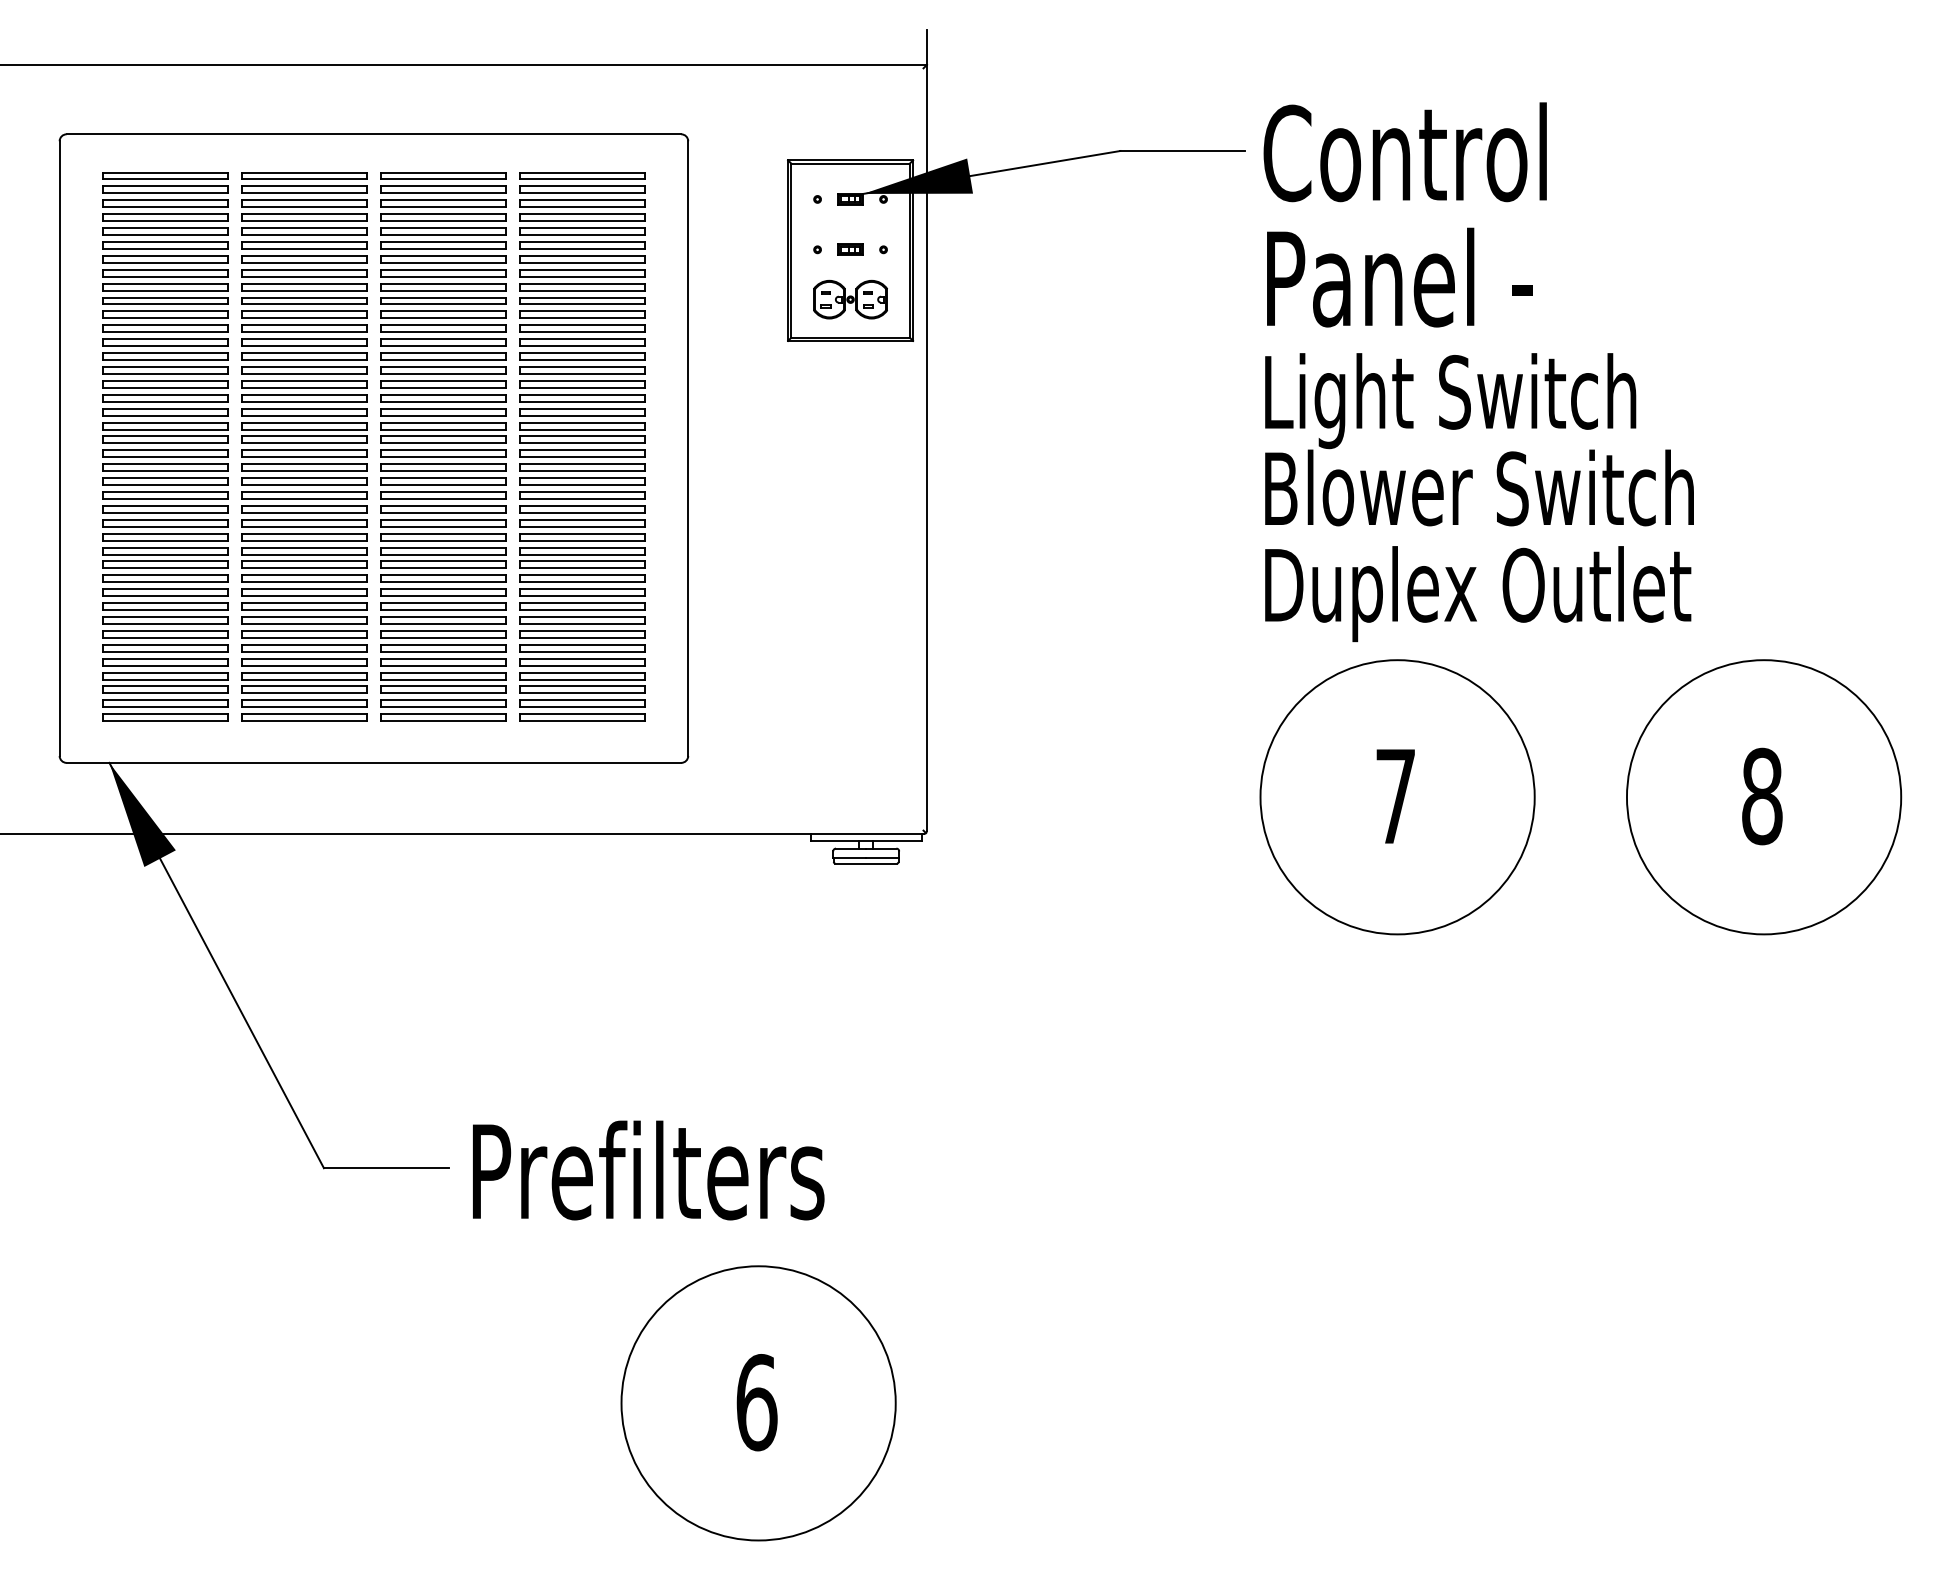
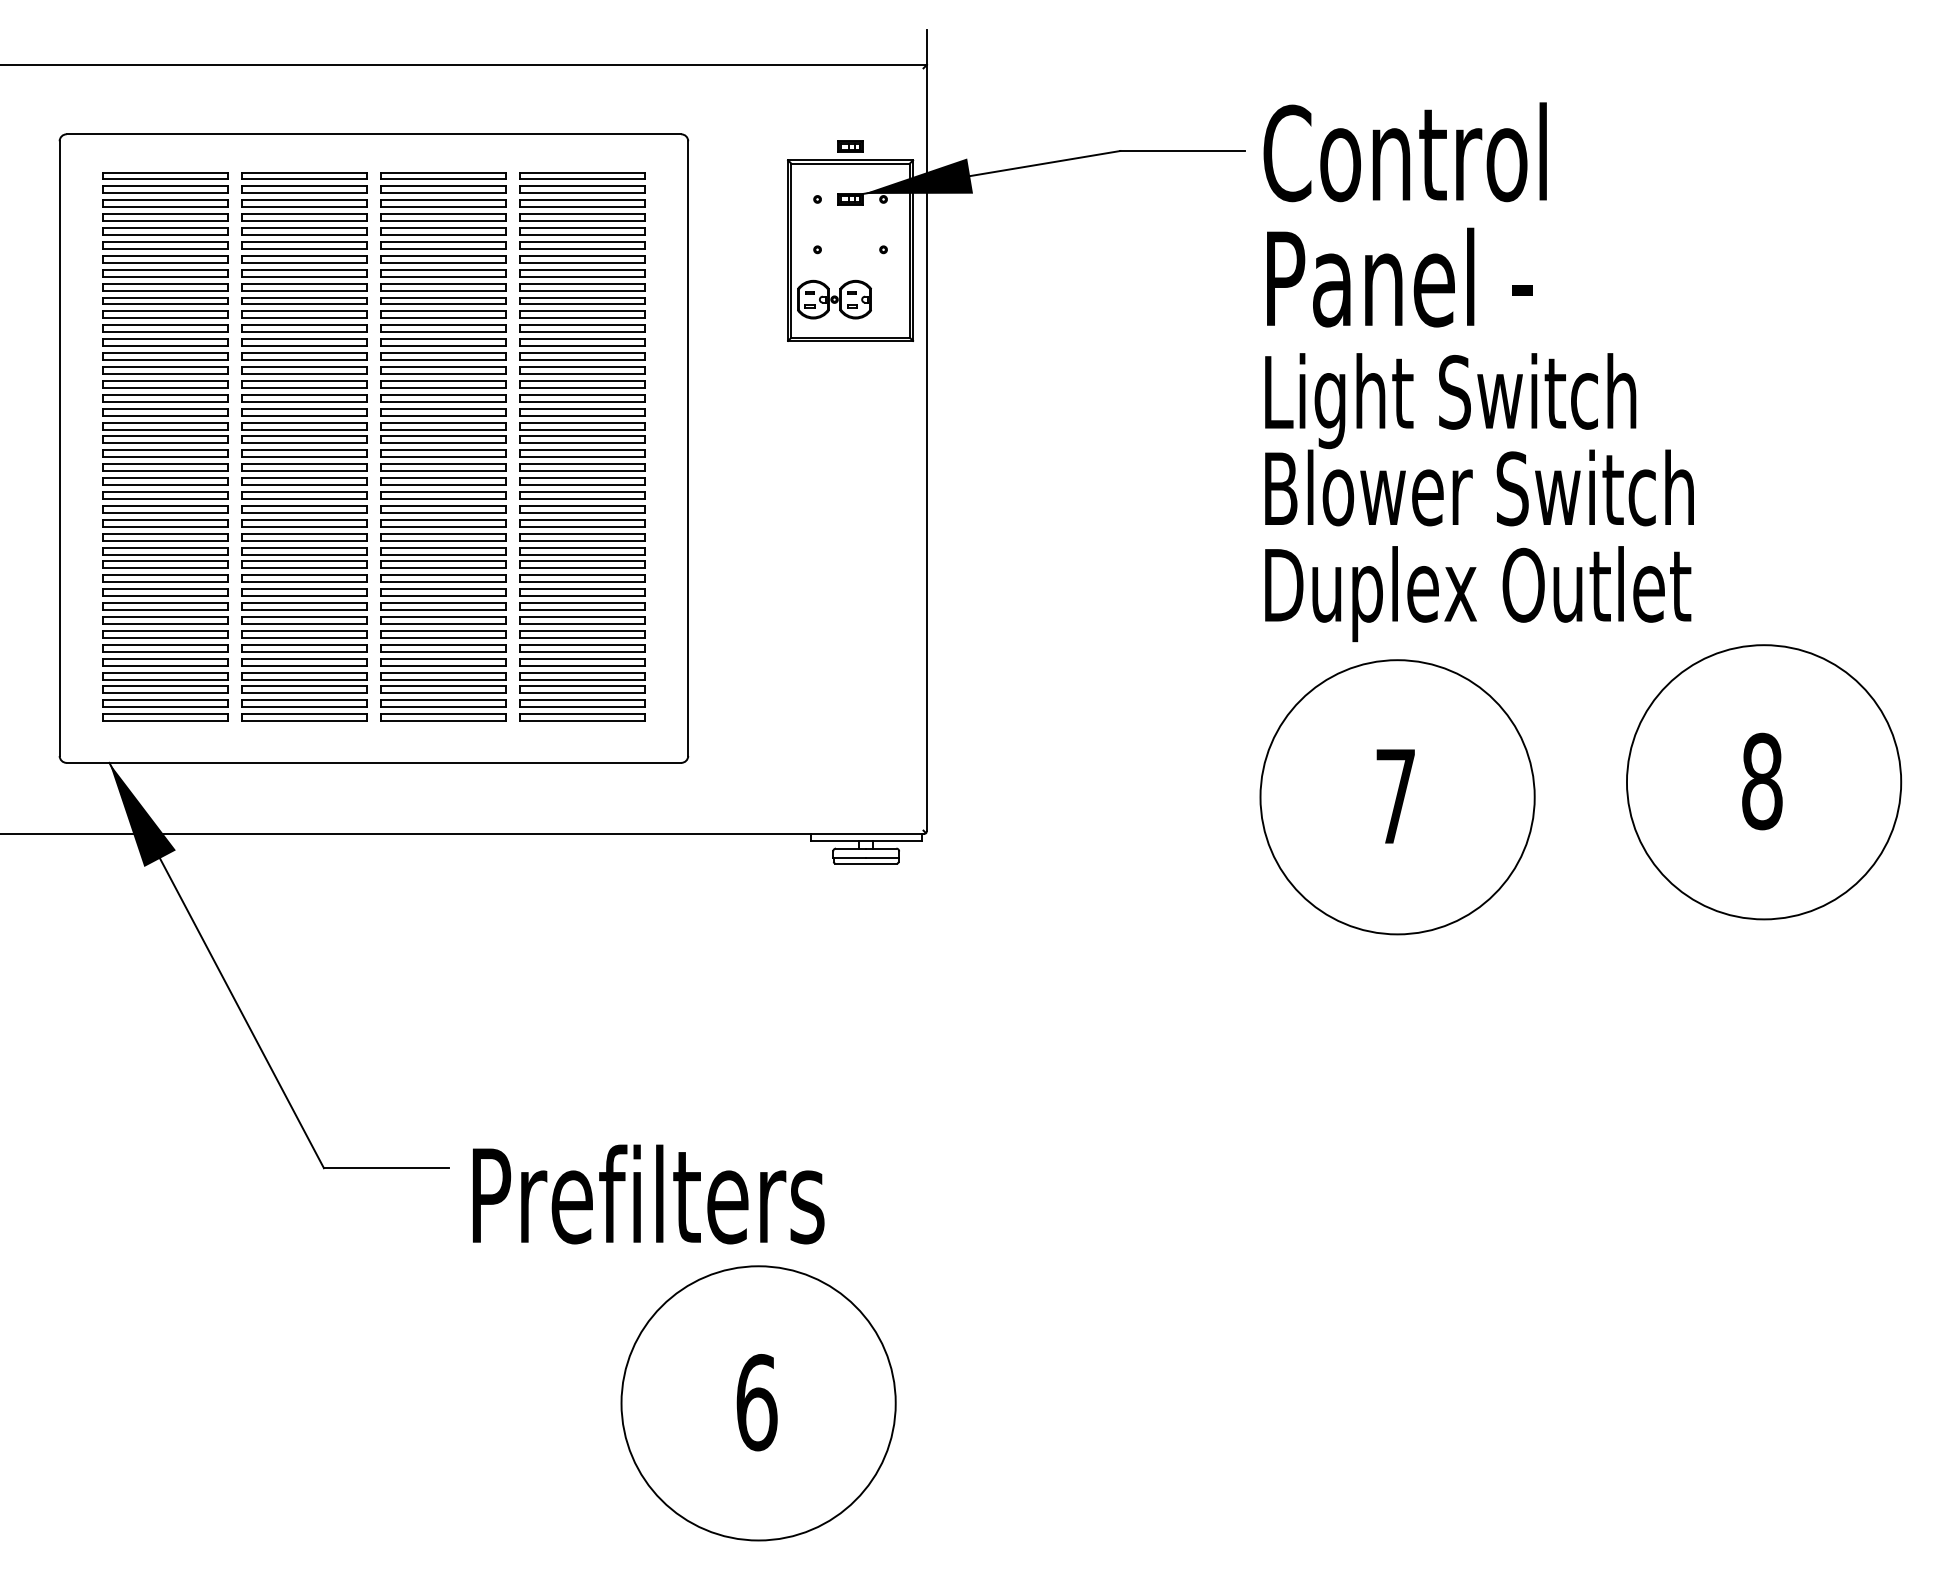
part at (850, 249) position: (850, 249) -> (850, 146)
part at (850, 299) position: (850, 299) -> (834, 299)
part at (1764, 797) position: (1764, 797) -> (1764, 782)
text at (648, 1170) position: (648, 1170) -> (648, 1194)
